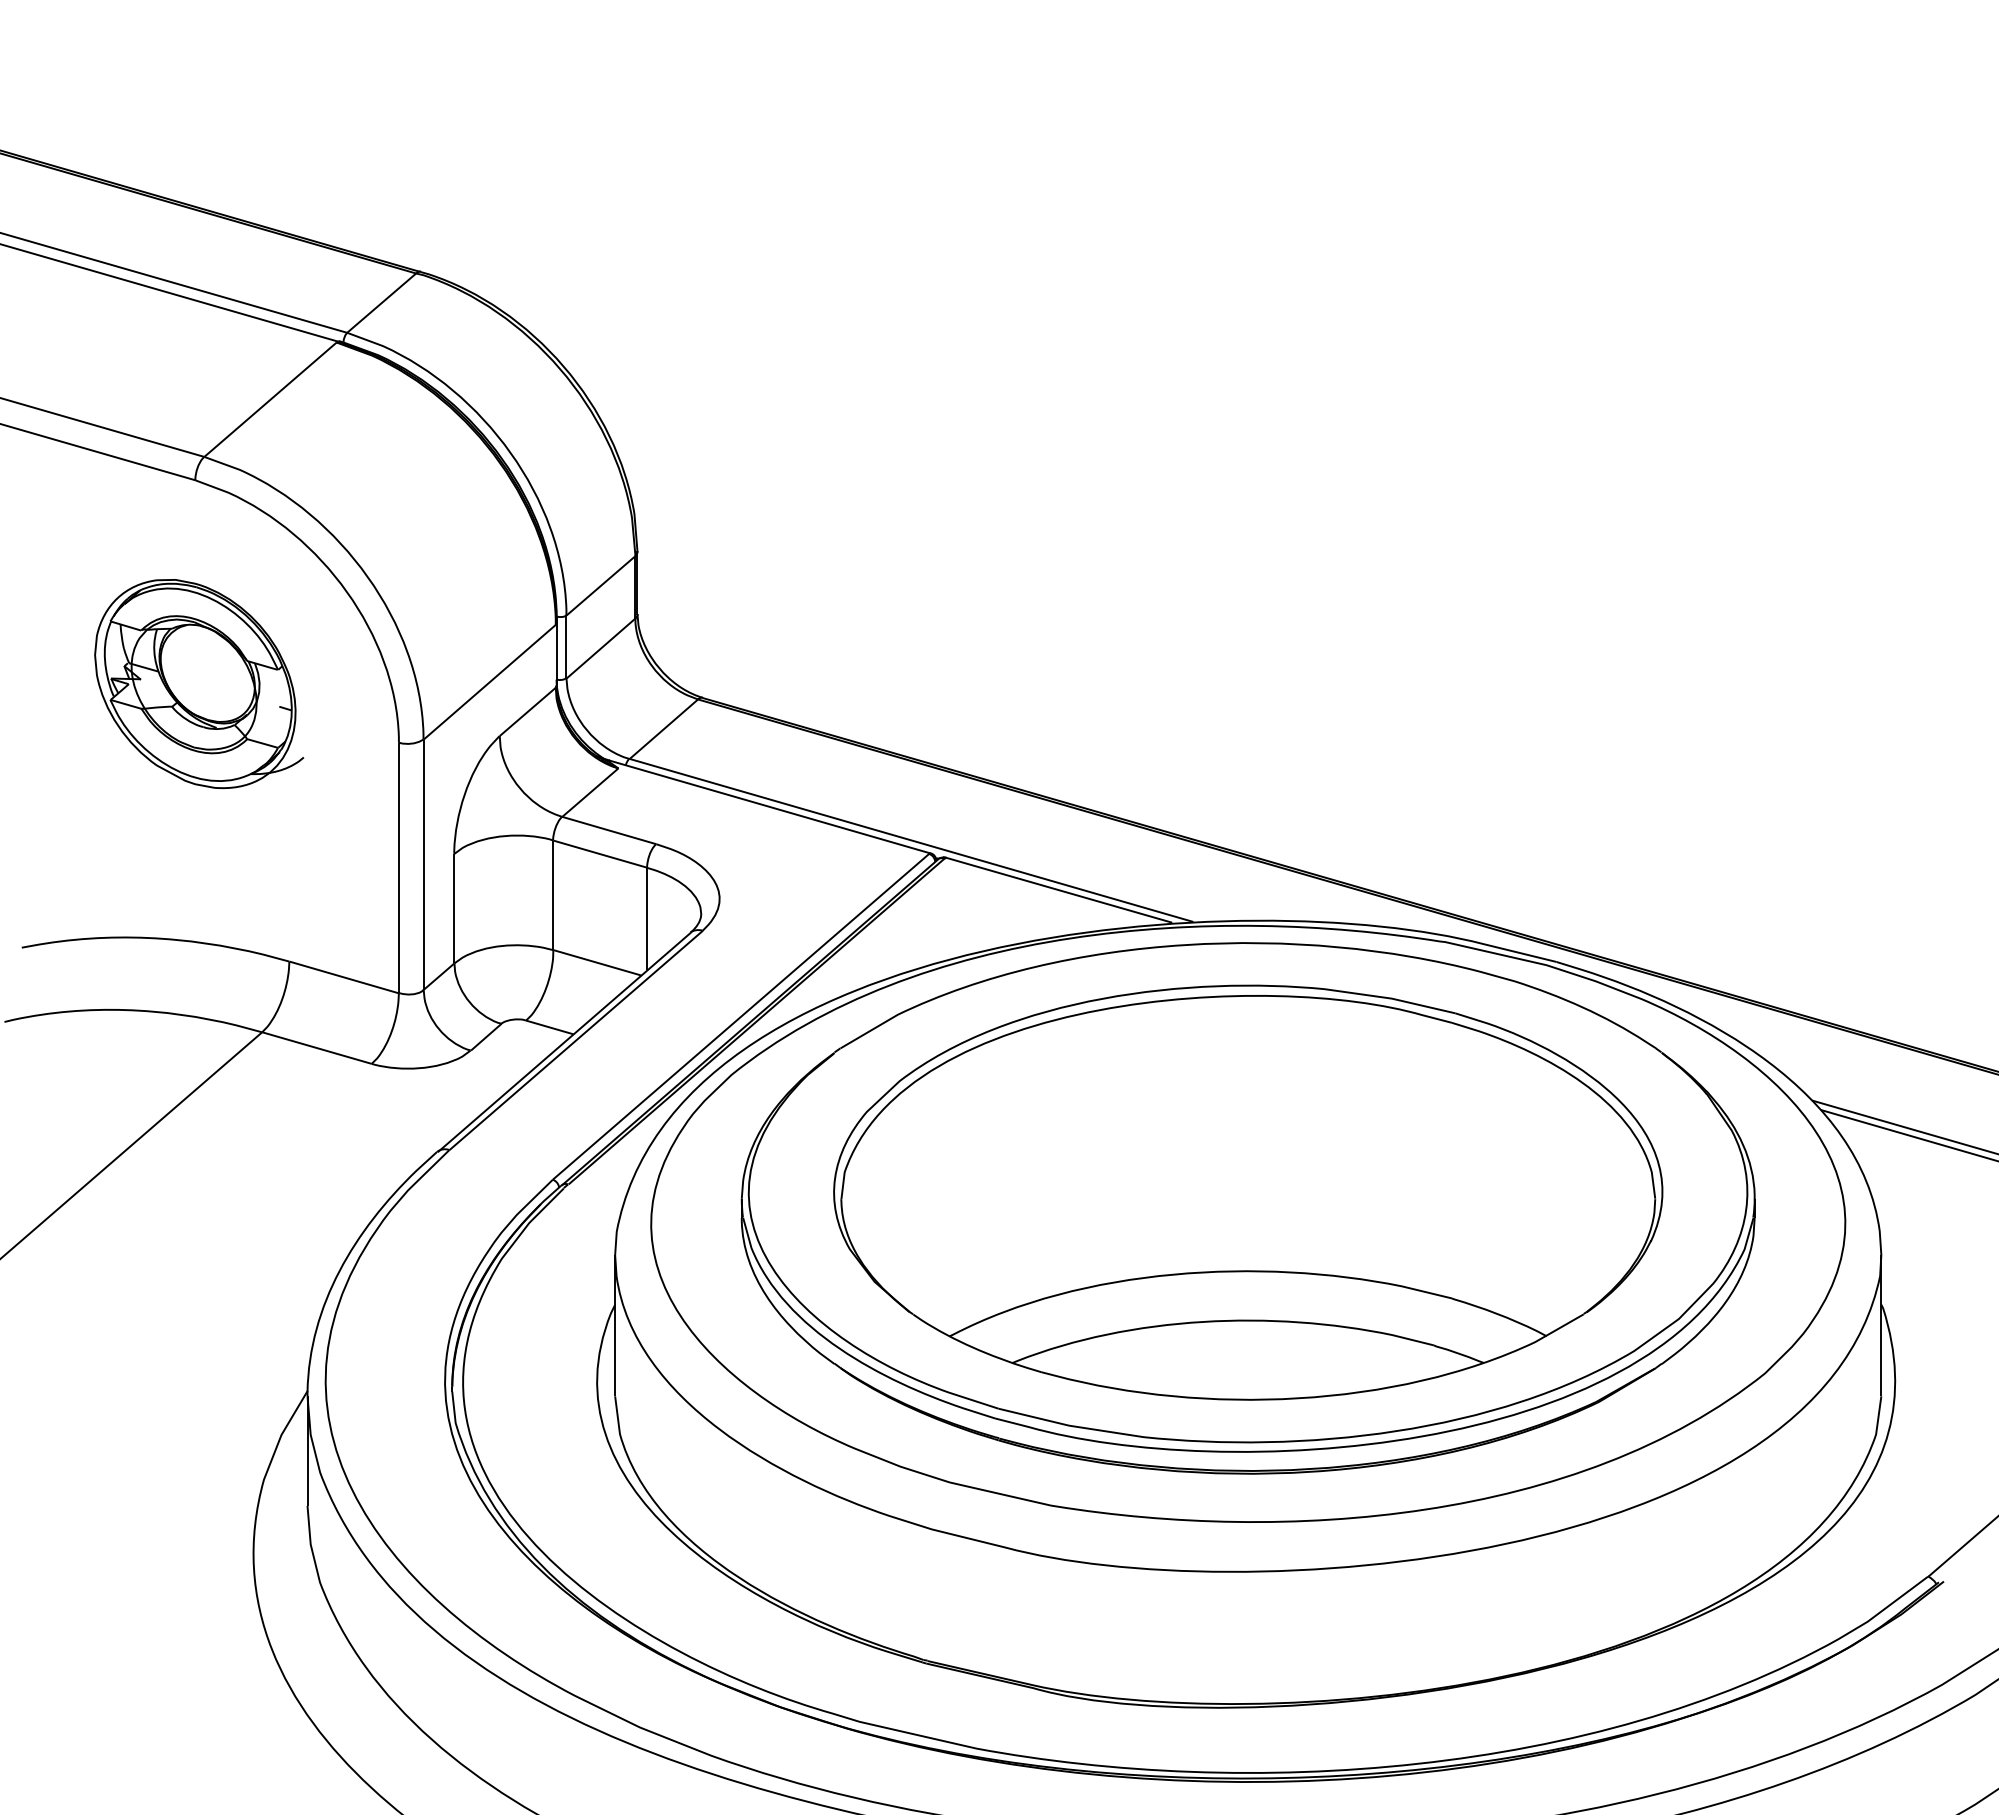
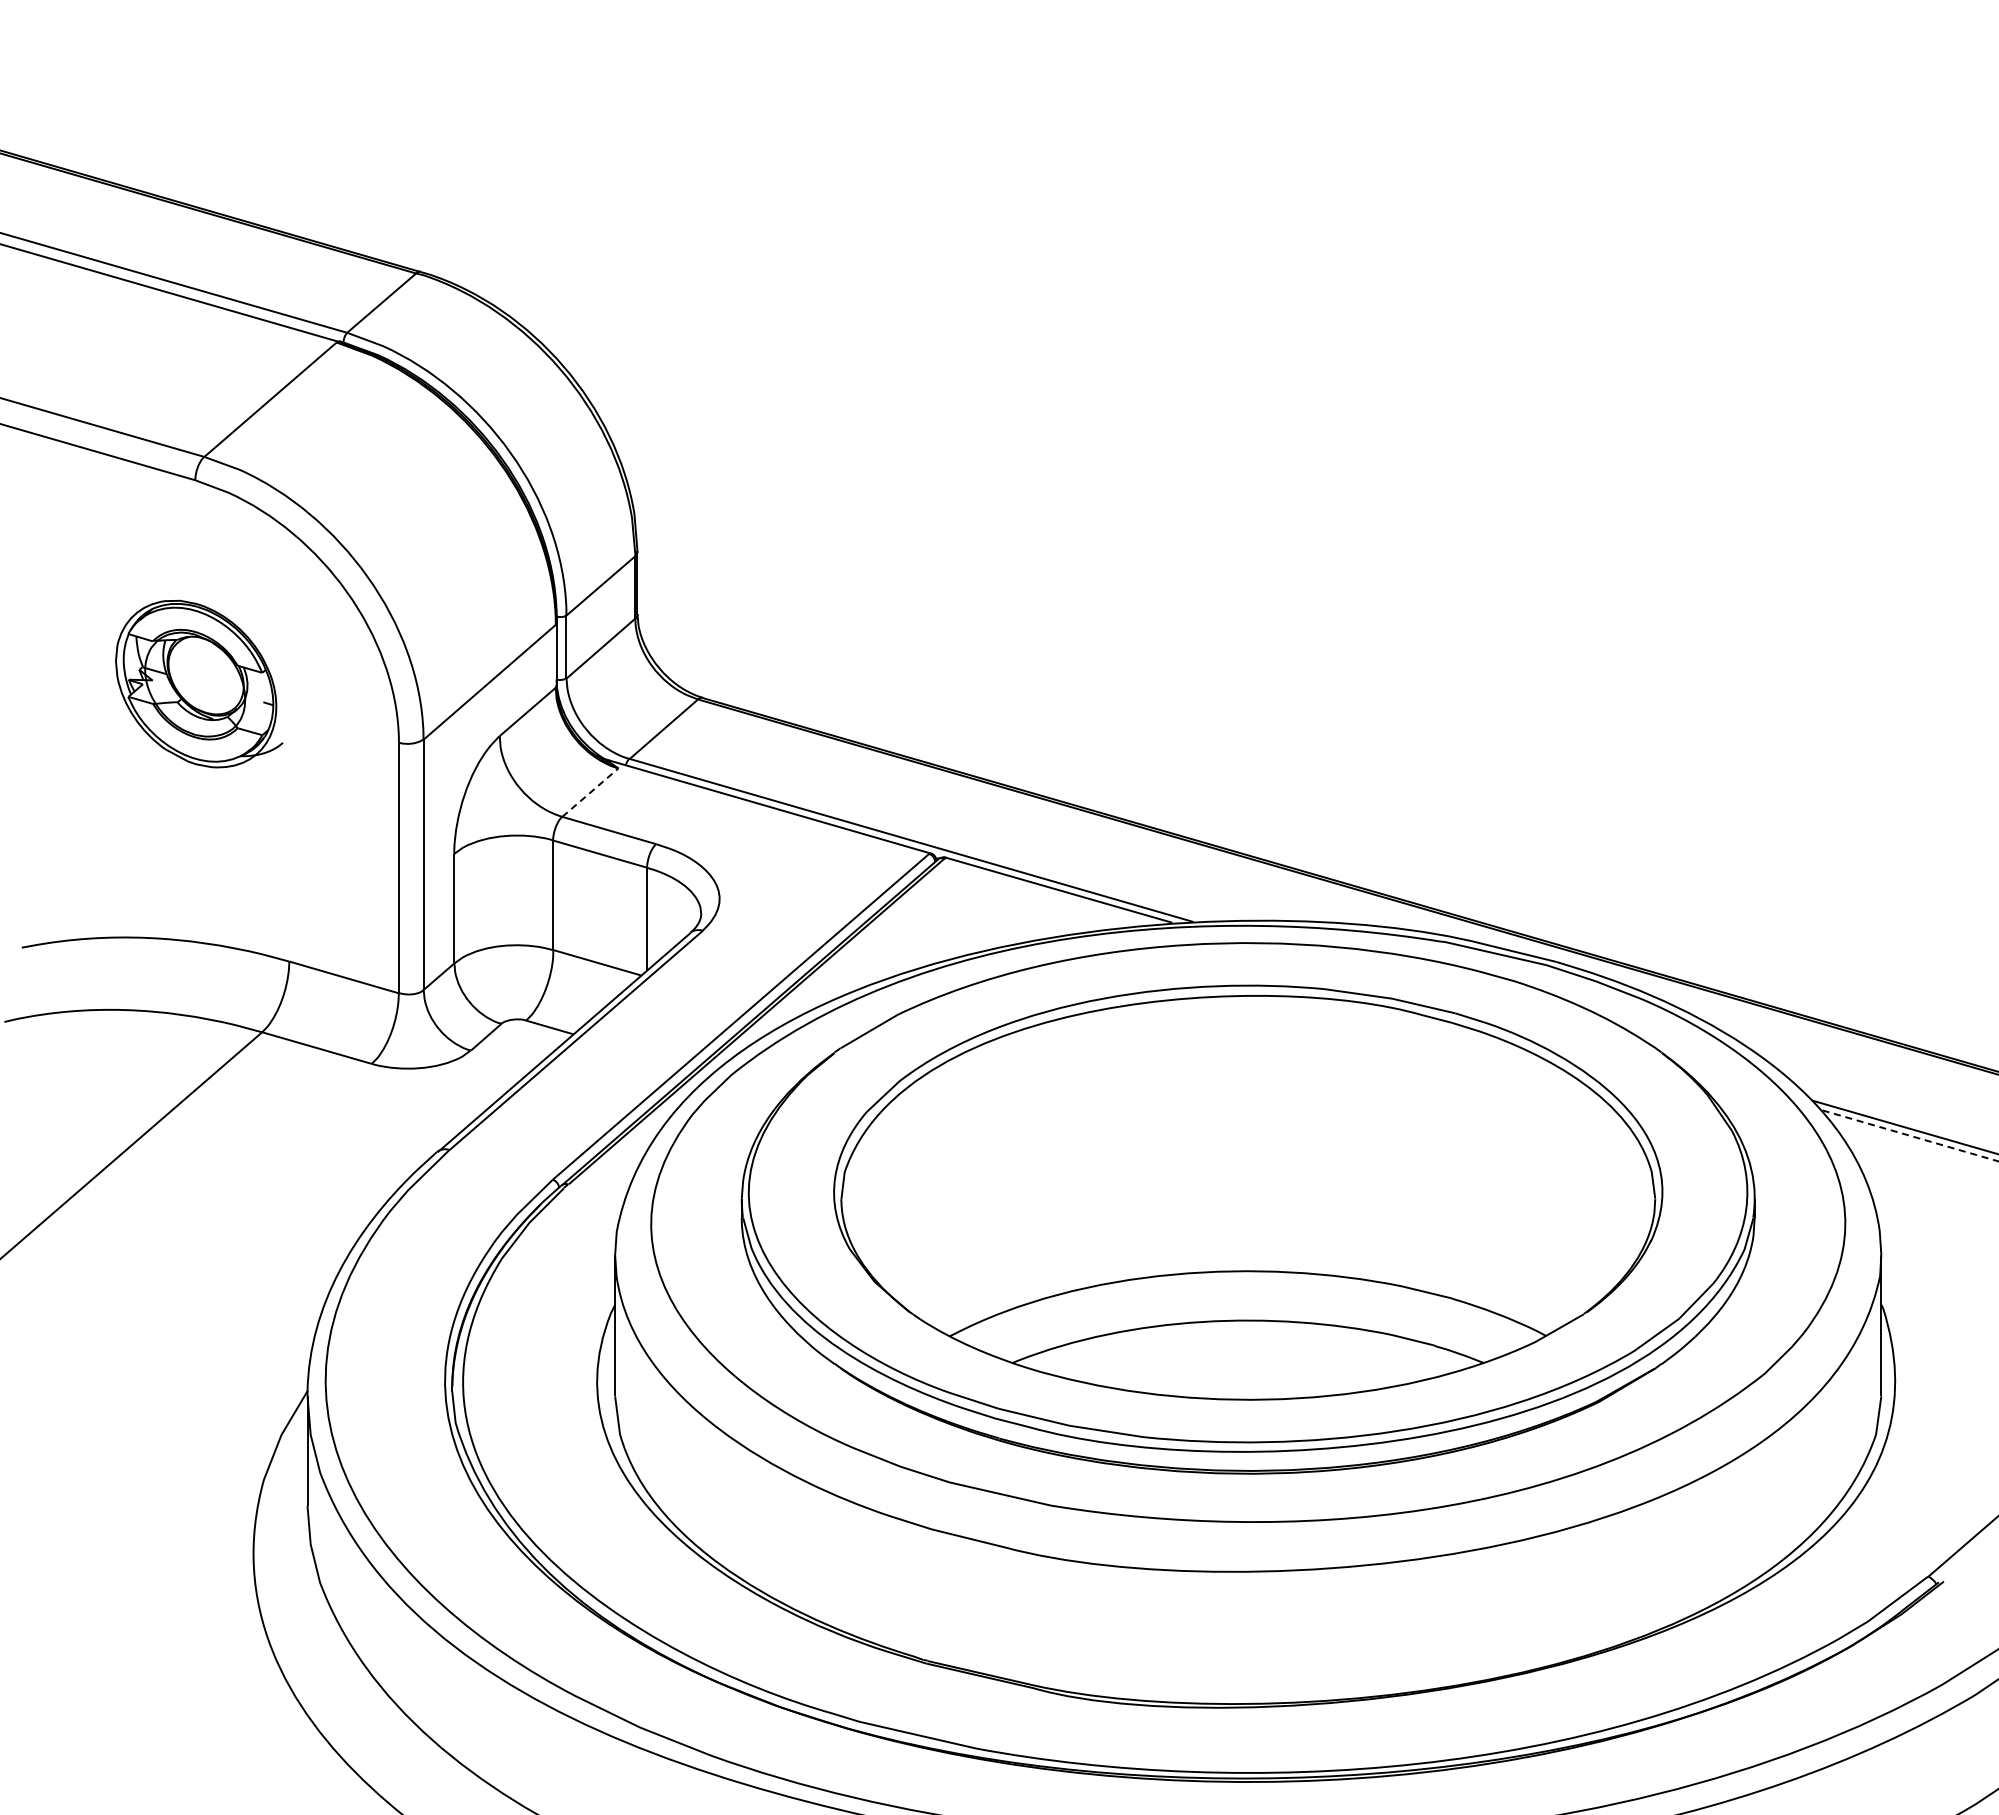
part at (199, 684) size: 211x211 px -> 169x170 px
line at (590, 792): solid -> dashed
line at (1909, 1135): solid -> dashed
